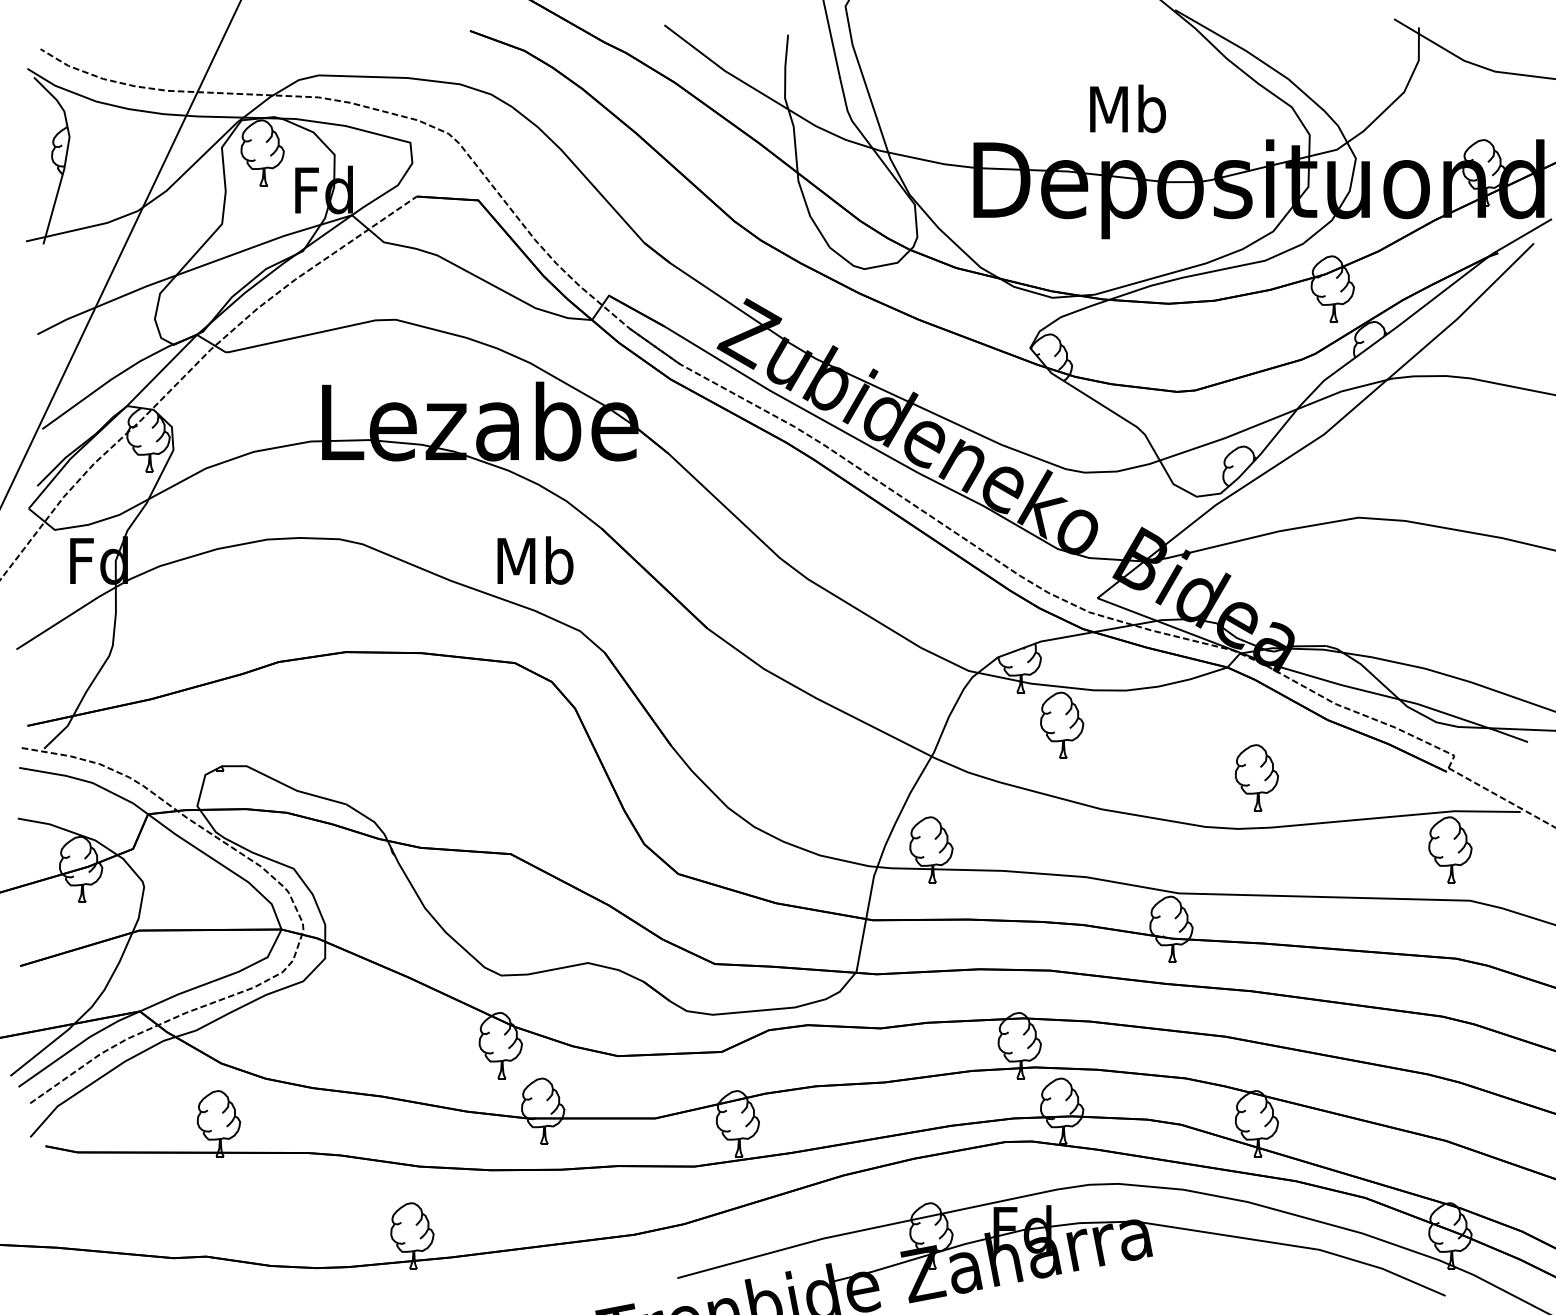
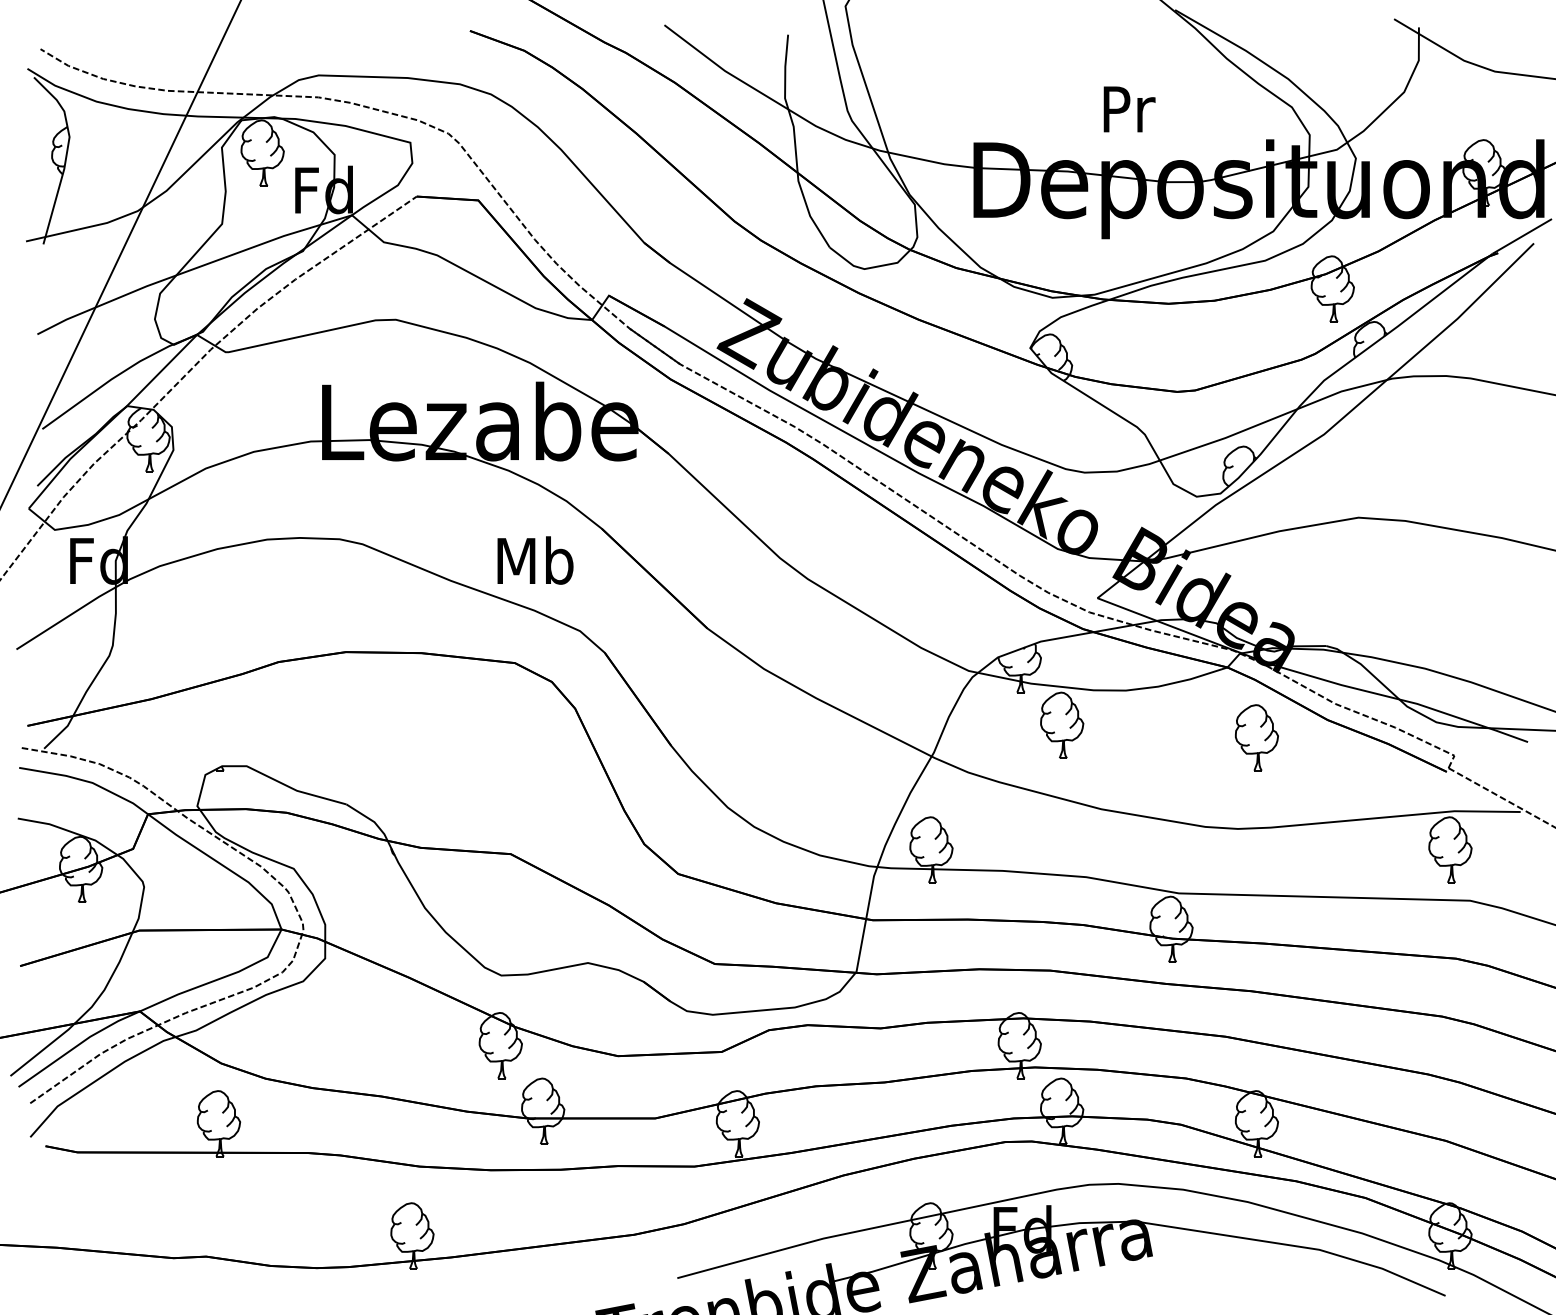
text at (1128, 108): Mb -> Pr
part at (1256, 777) position: (1256, 777) -> (1256, 737)
